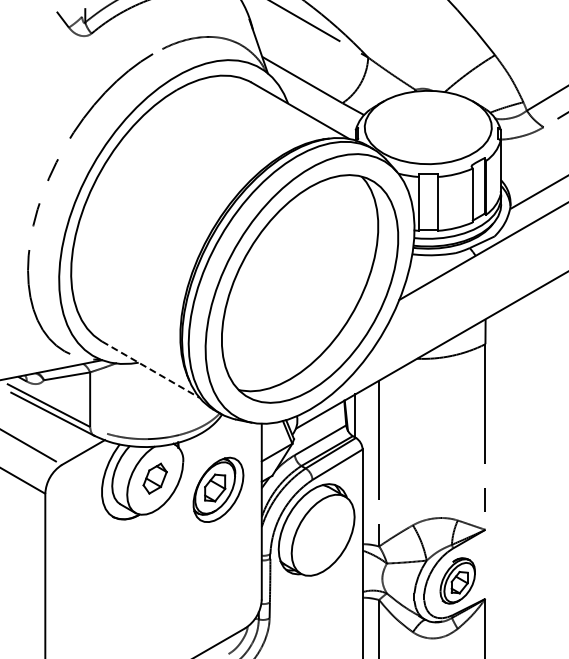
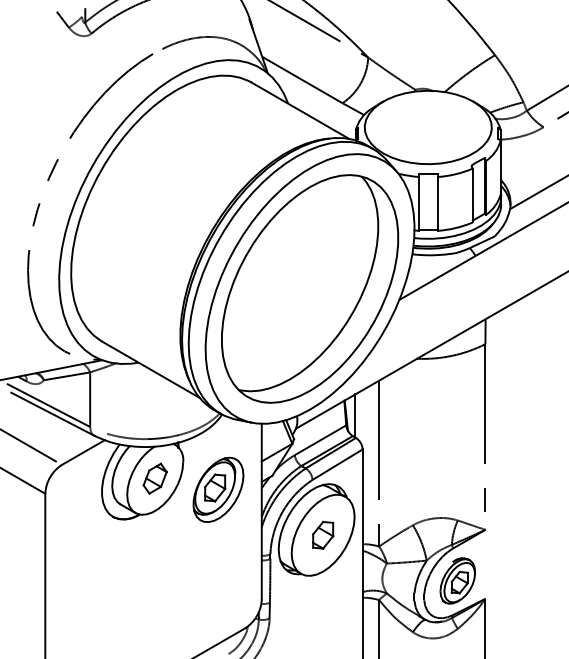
line at (151, 369): dashed -> solid
part at (323, 535): none -> present
